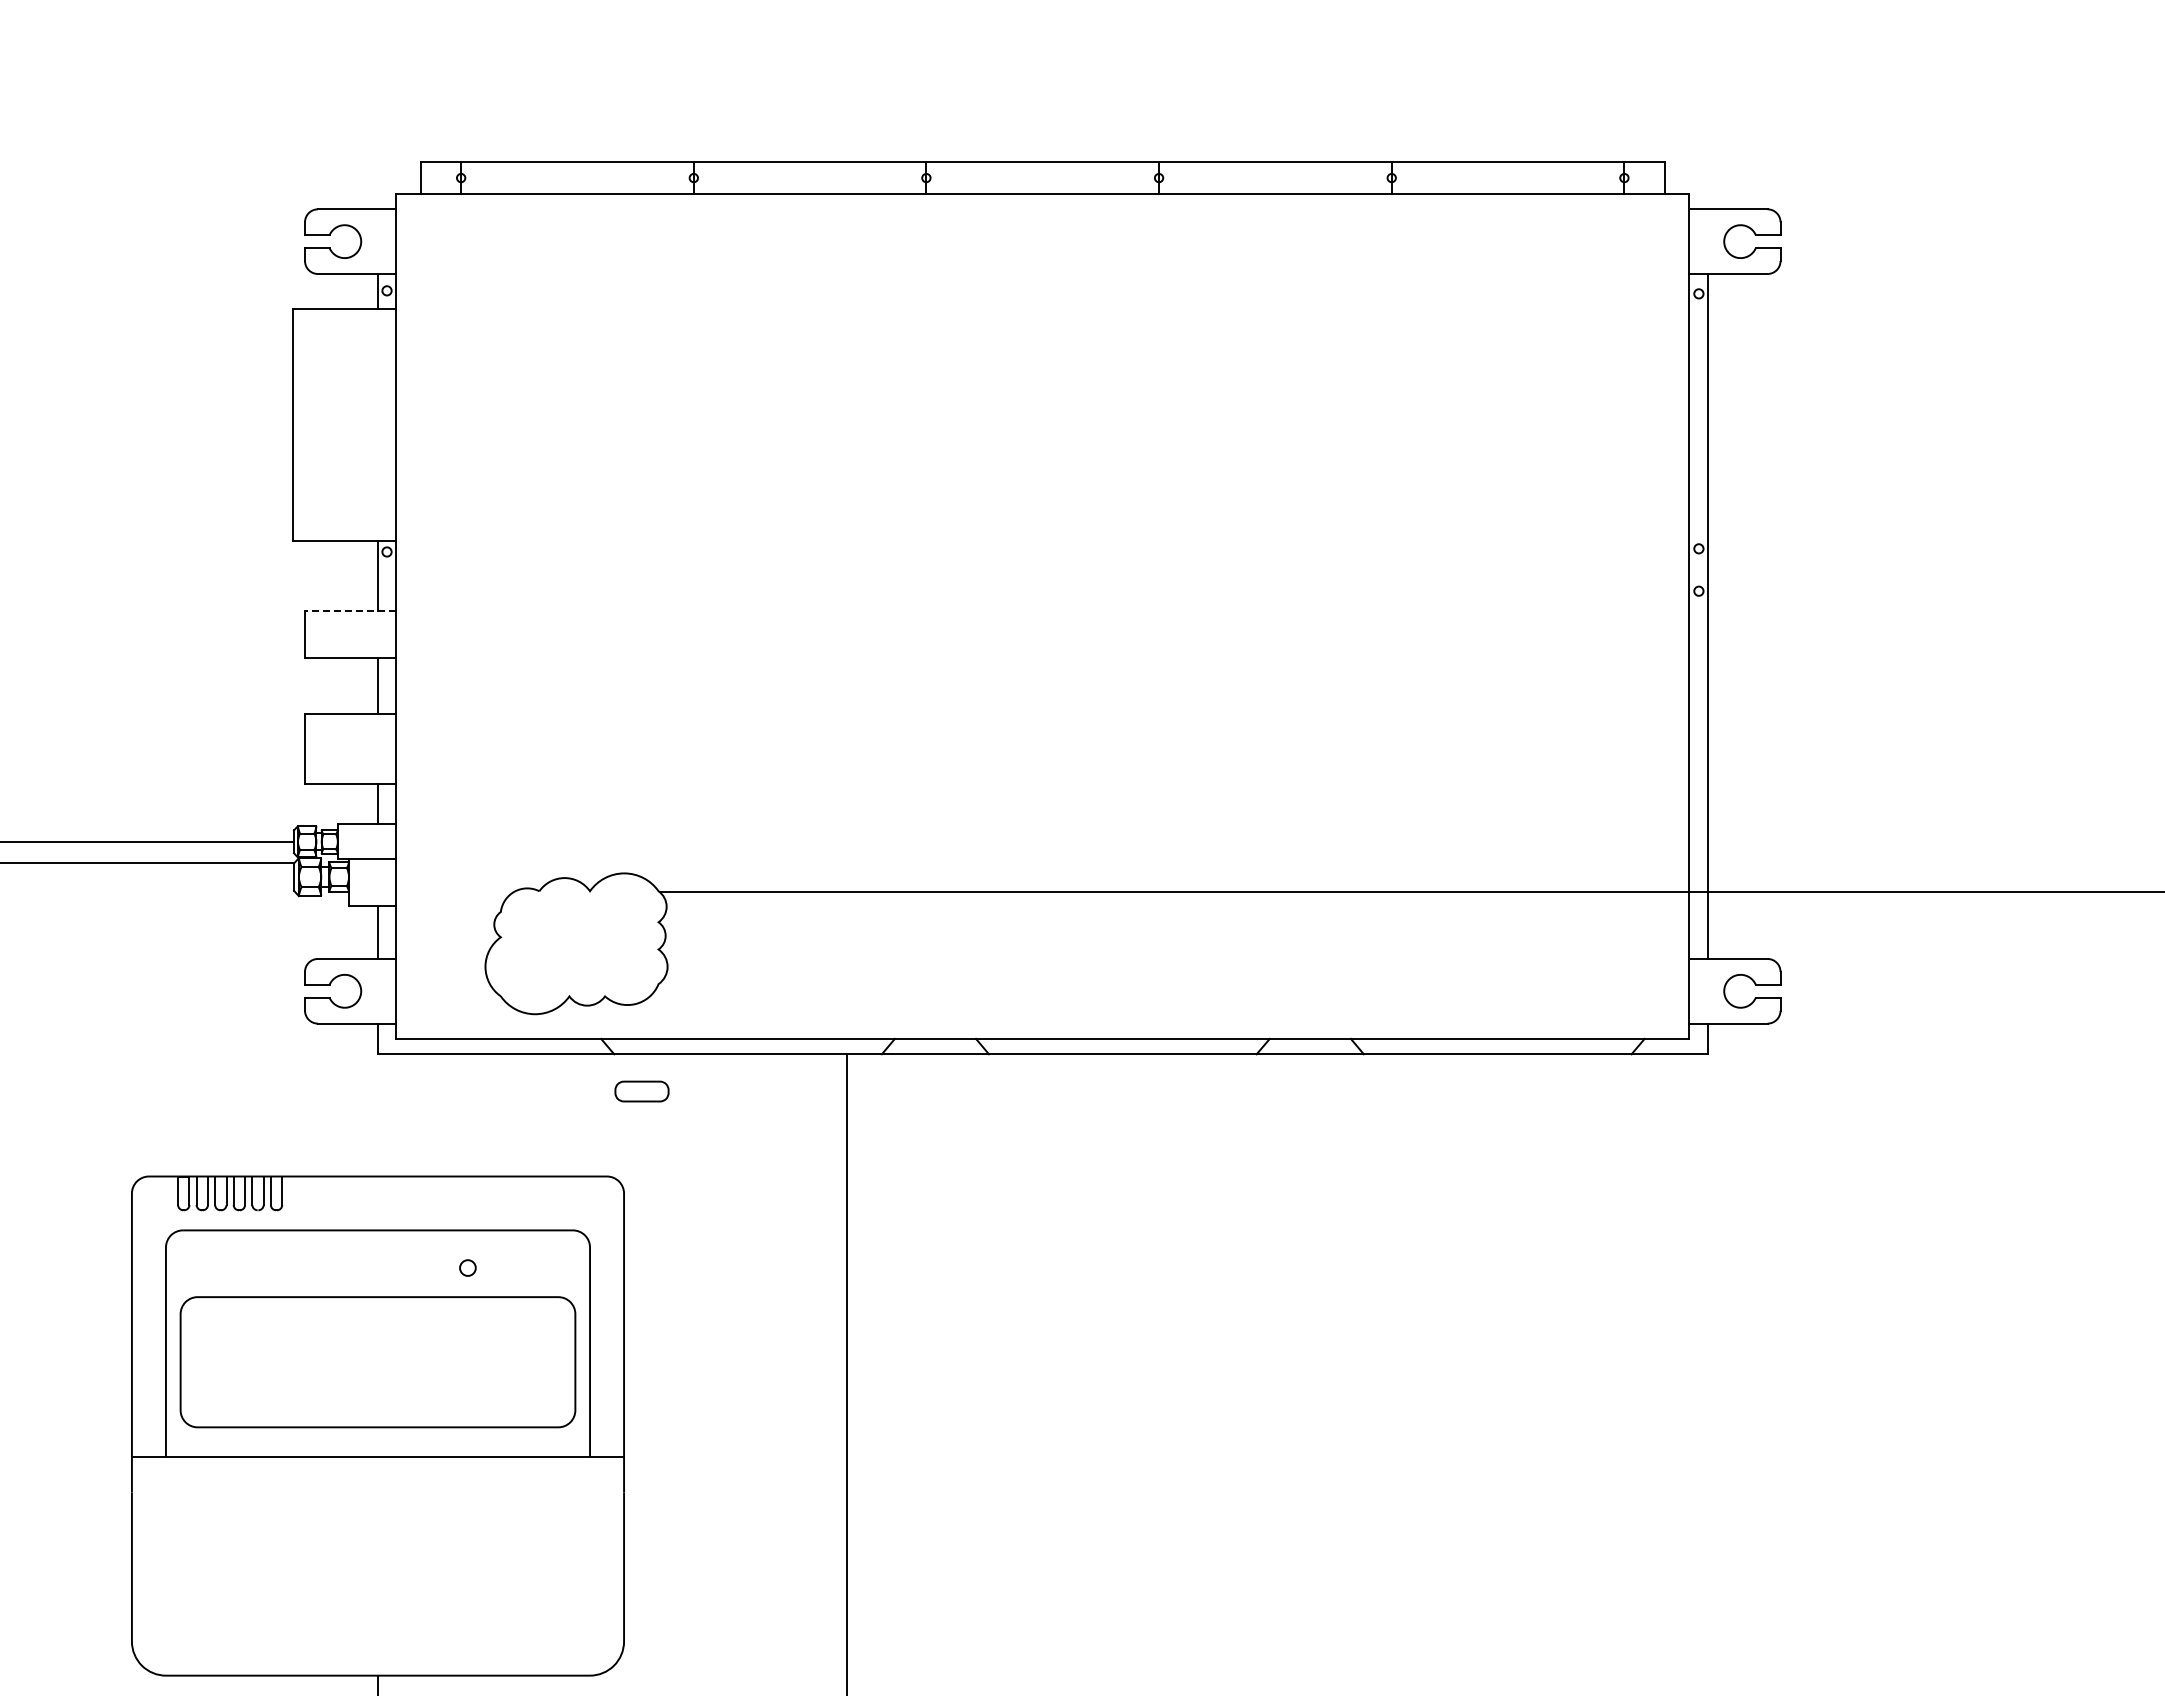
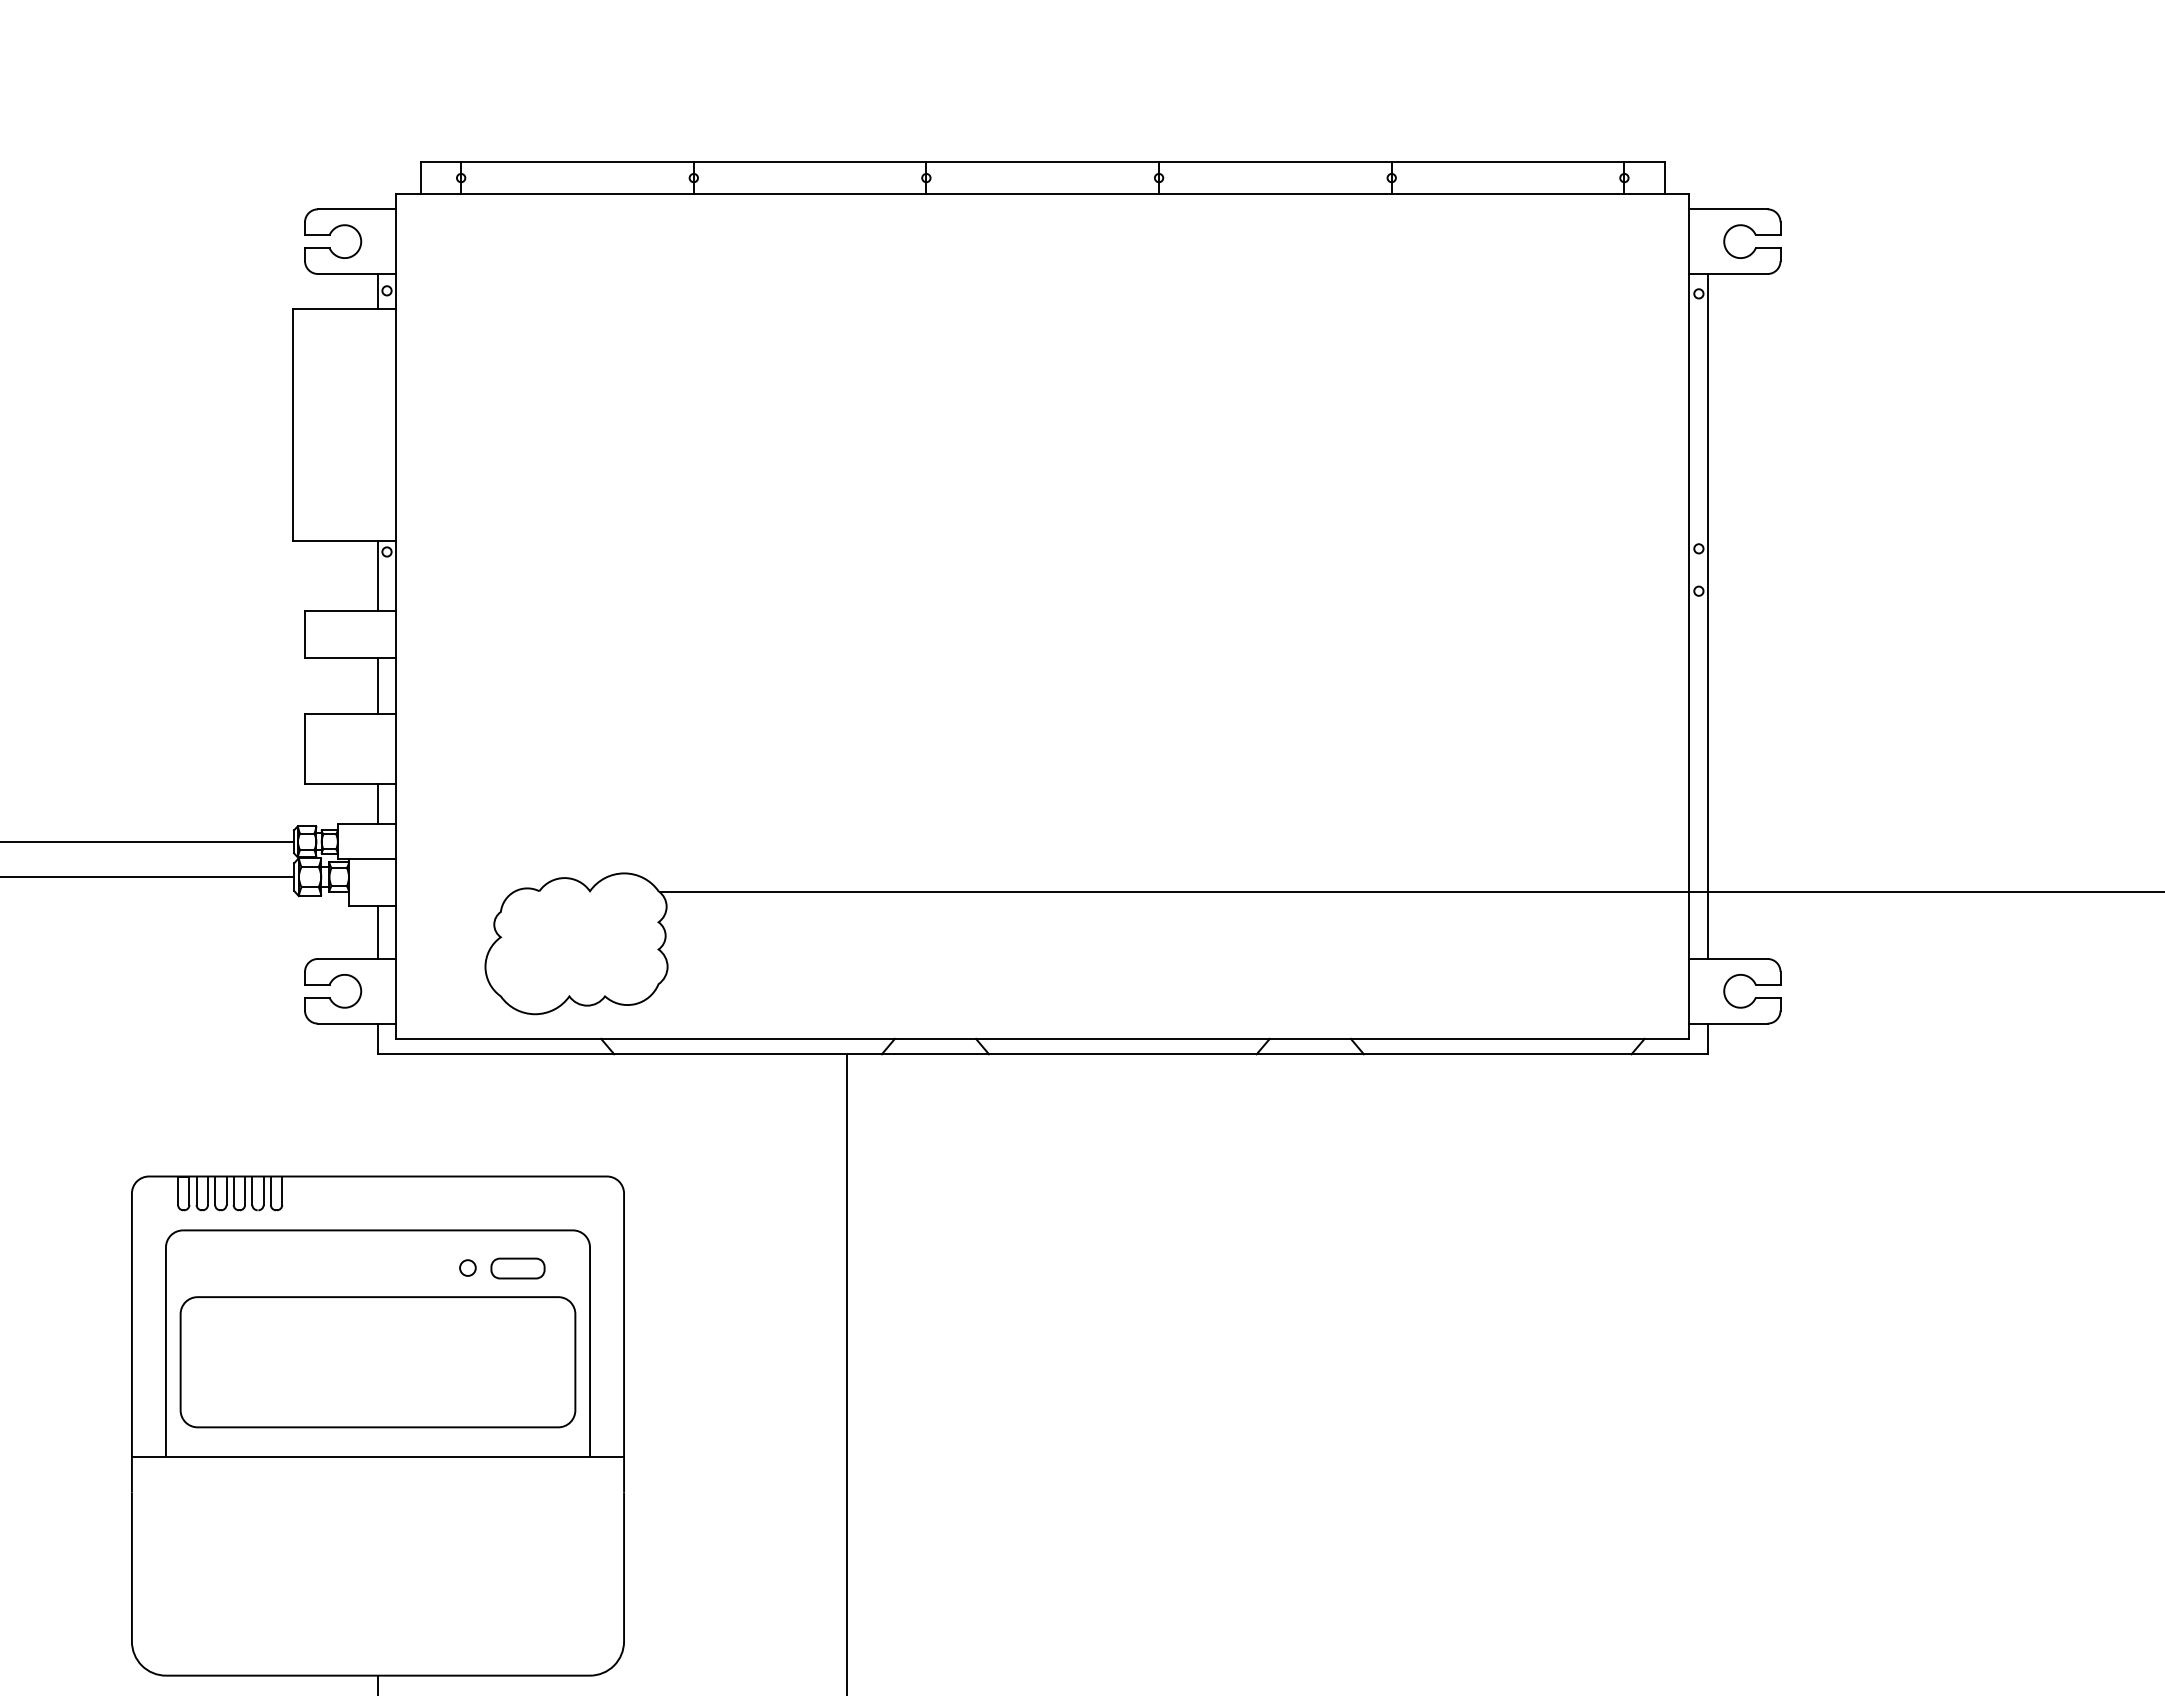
line at (350, 611): dashed -> solid
line at (148, 863) position: (148, 863) -> (148, 877)
part at (641, 1091) position: (641, 1091) -> (517, 1268)
